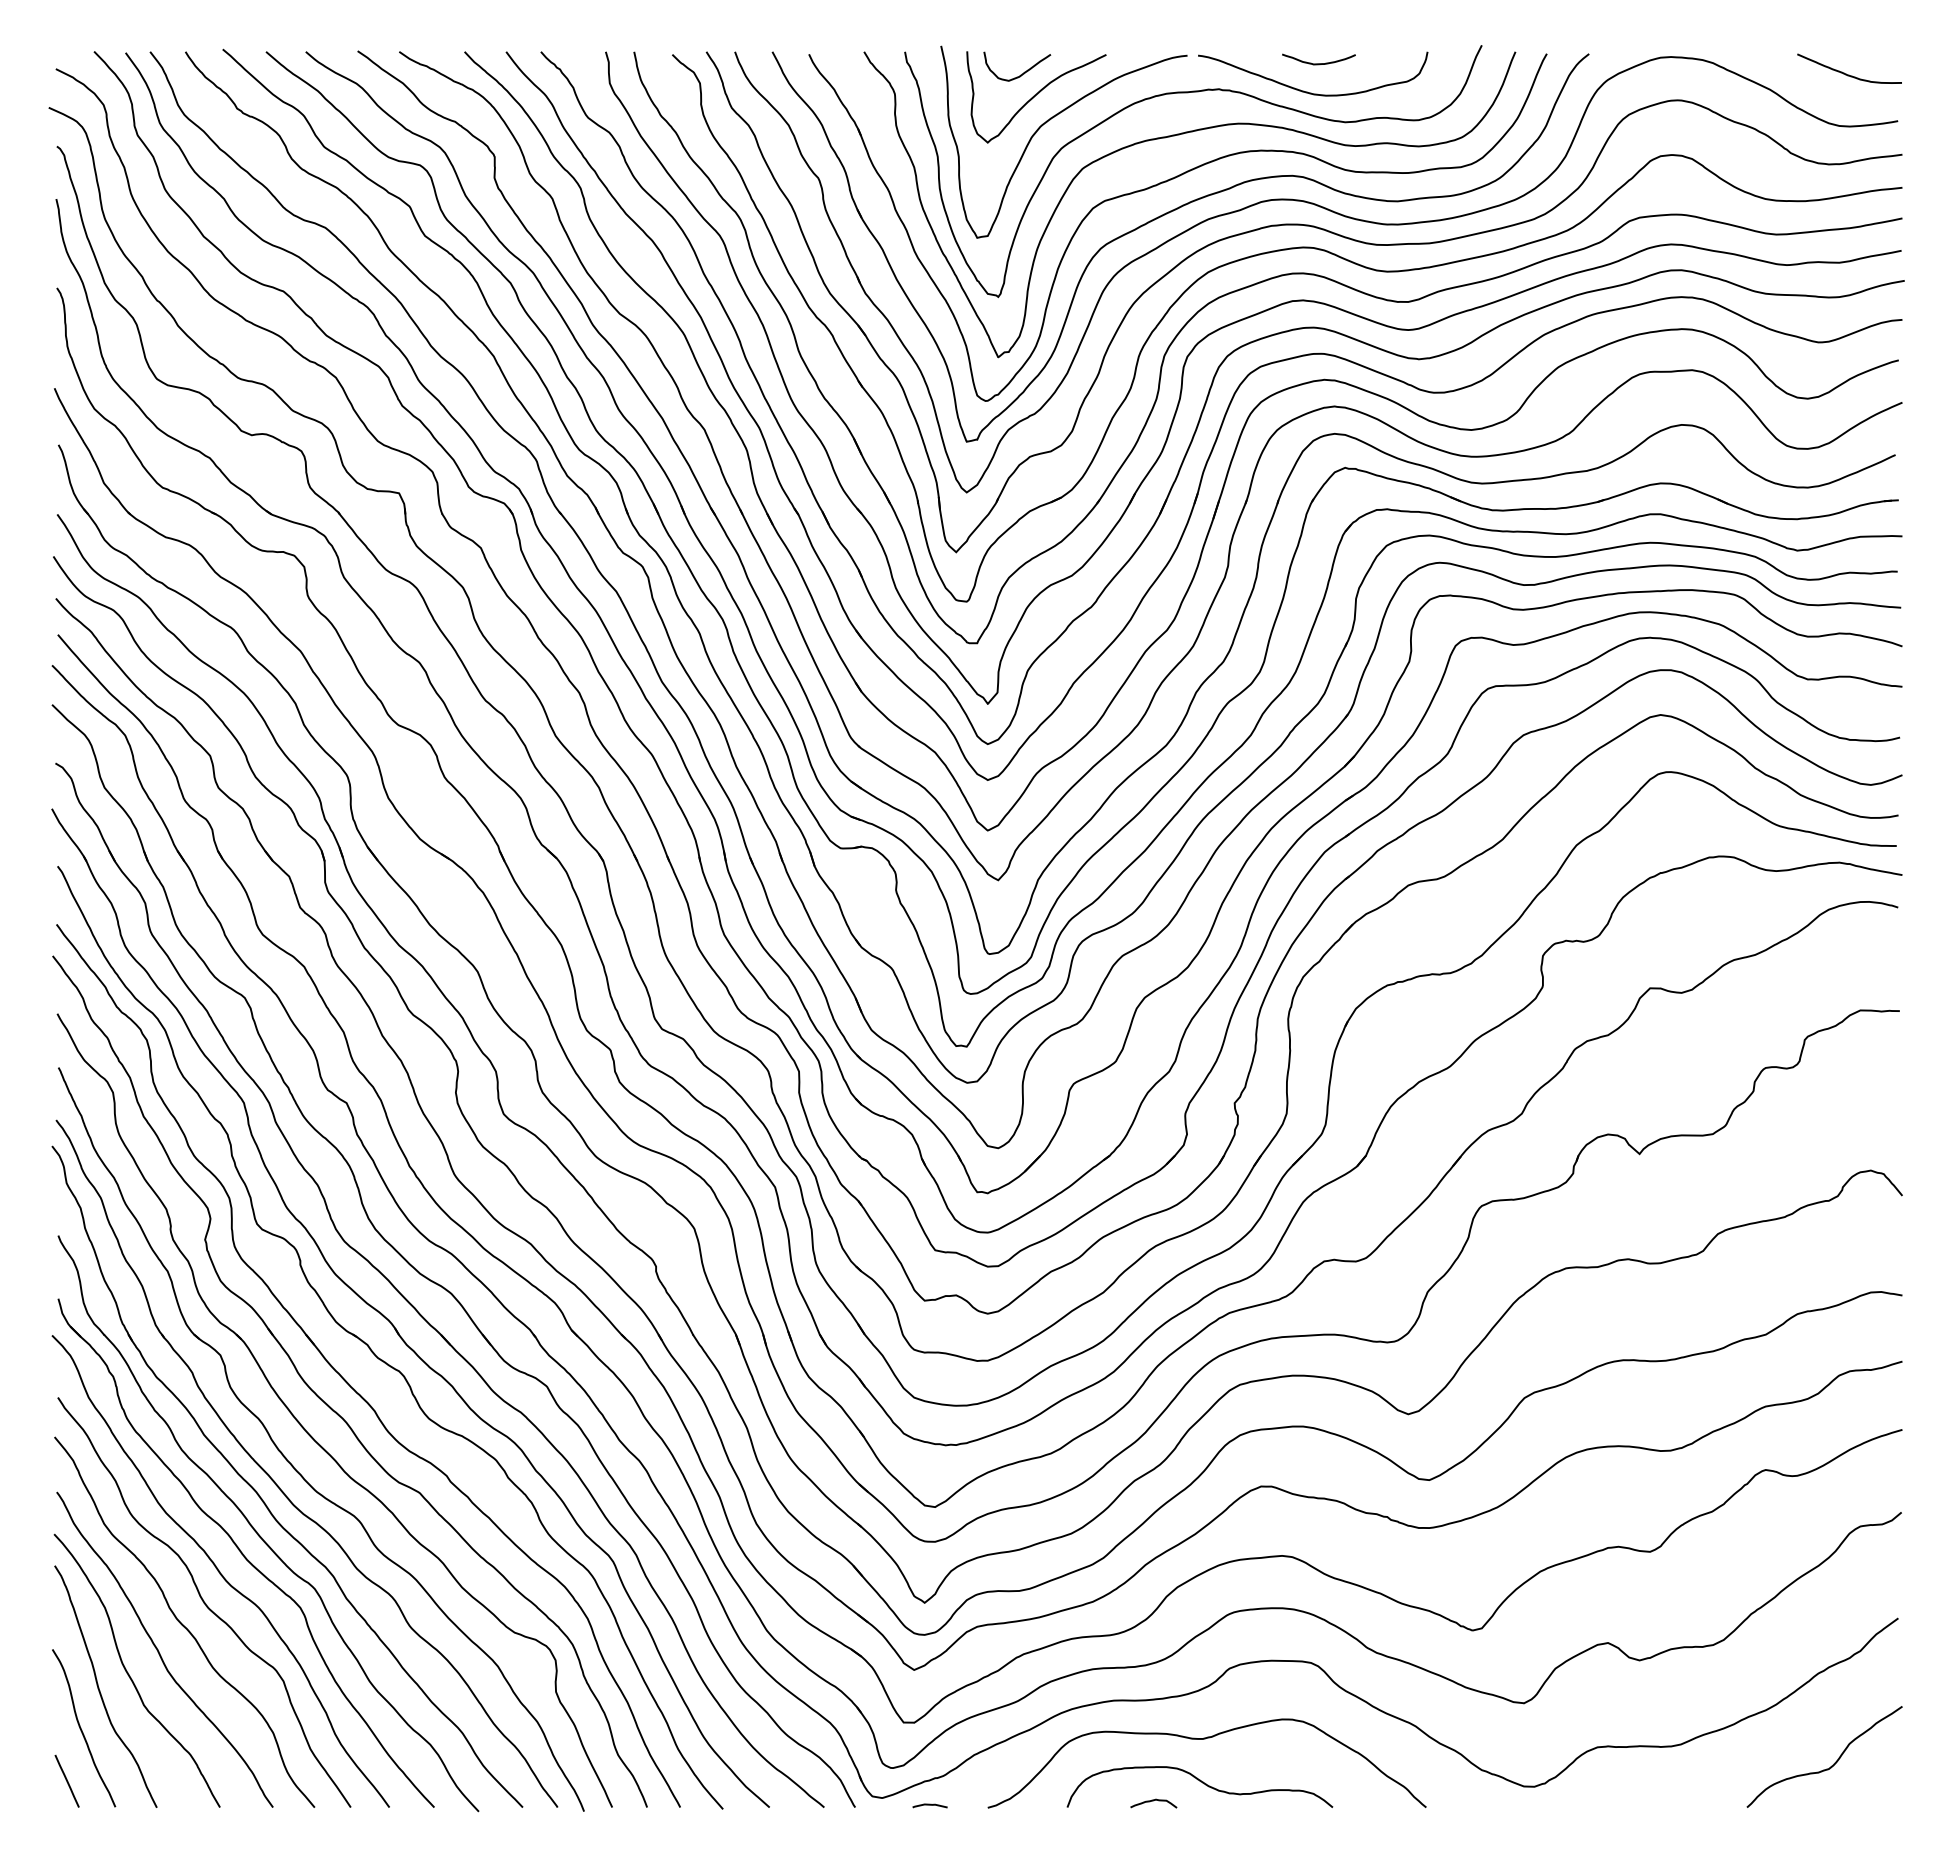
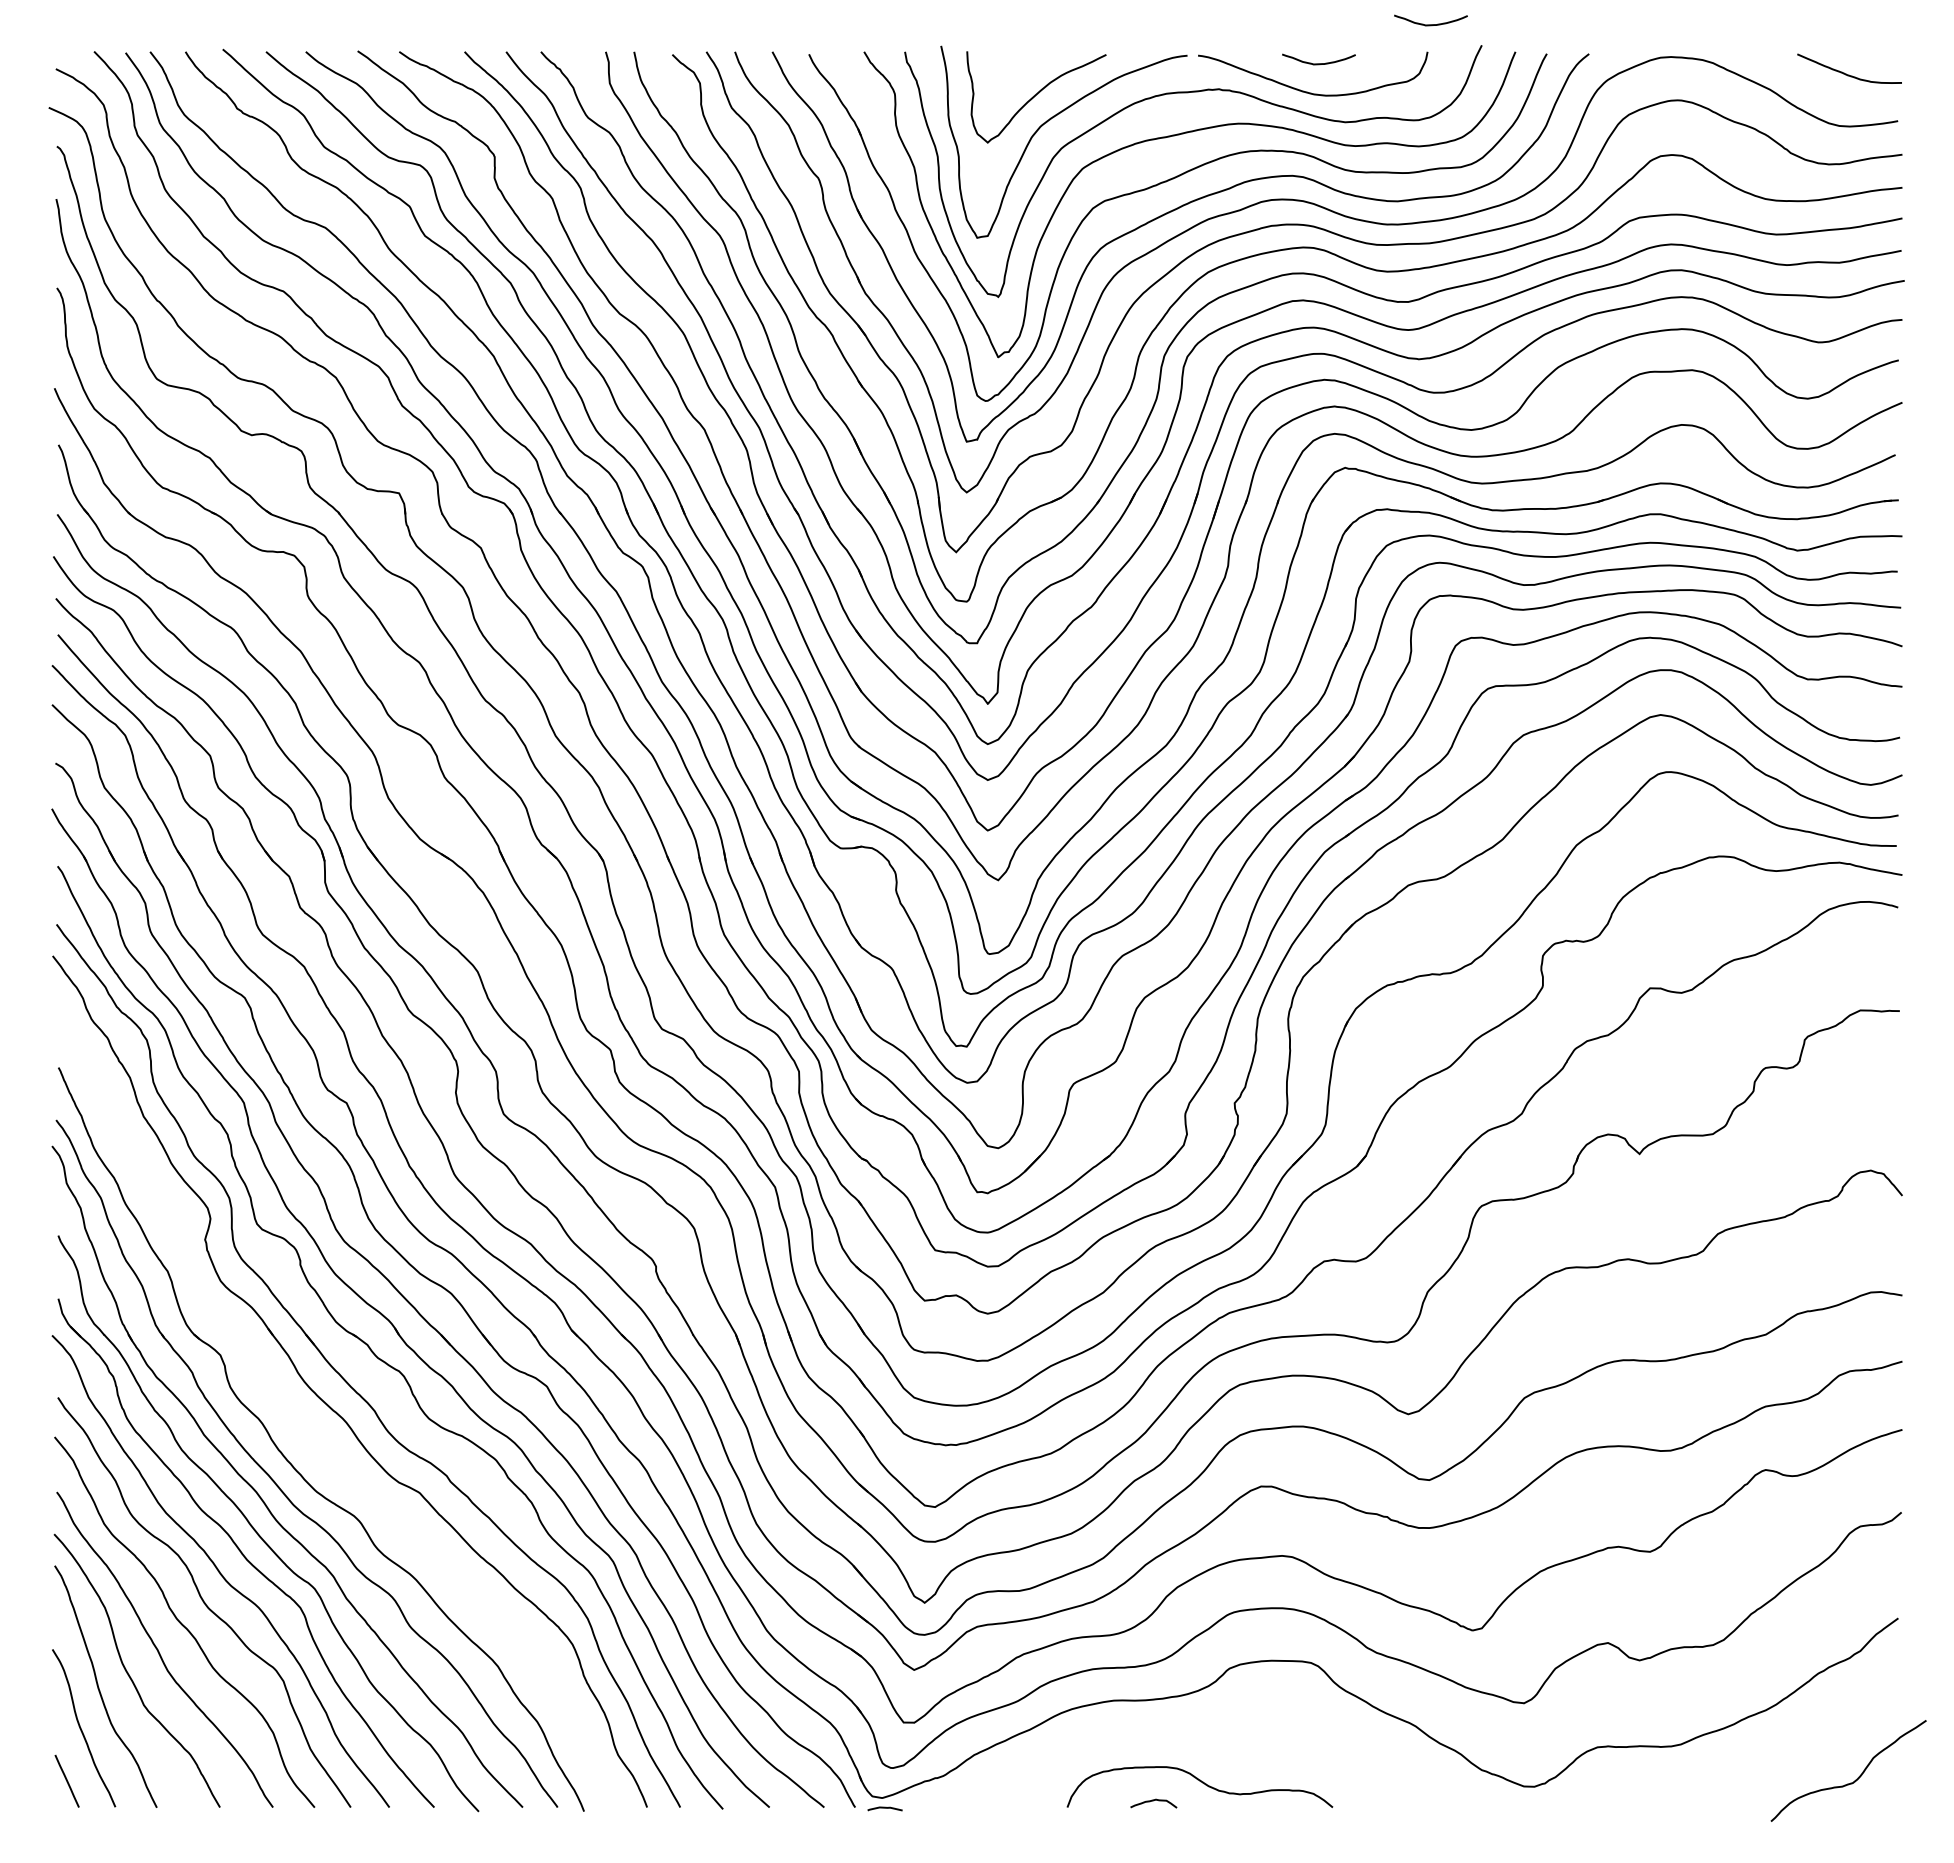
curve at (1430, 24): none -> present
curve at (1023, 72): present -> none
part at (310, 1434): present -> none
curve at (1205, 1739): present -> none
curve at (1833, 1763) position: (1833, 1763) -> (1857, 1777)
curve at (929, 1805) position: (929, 1805) -> (884, 1808)
